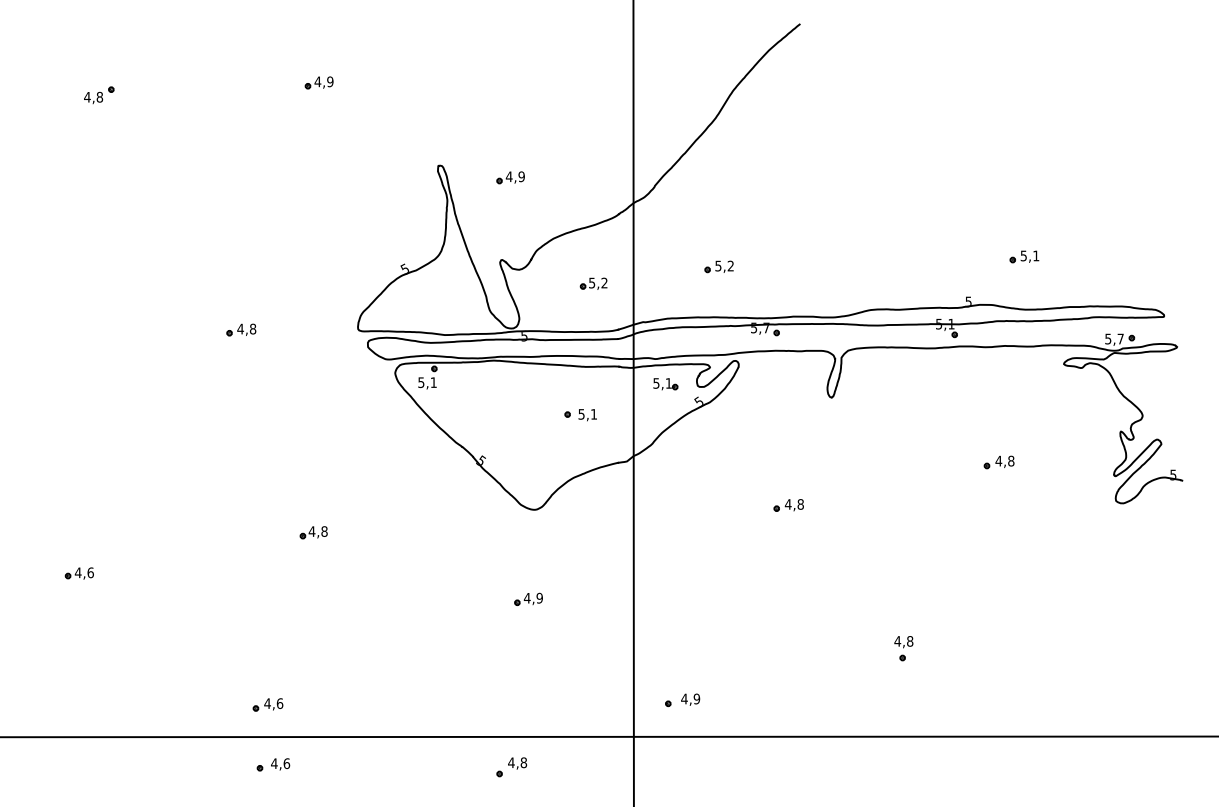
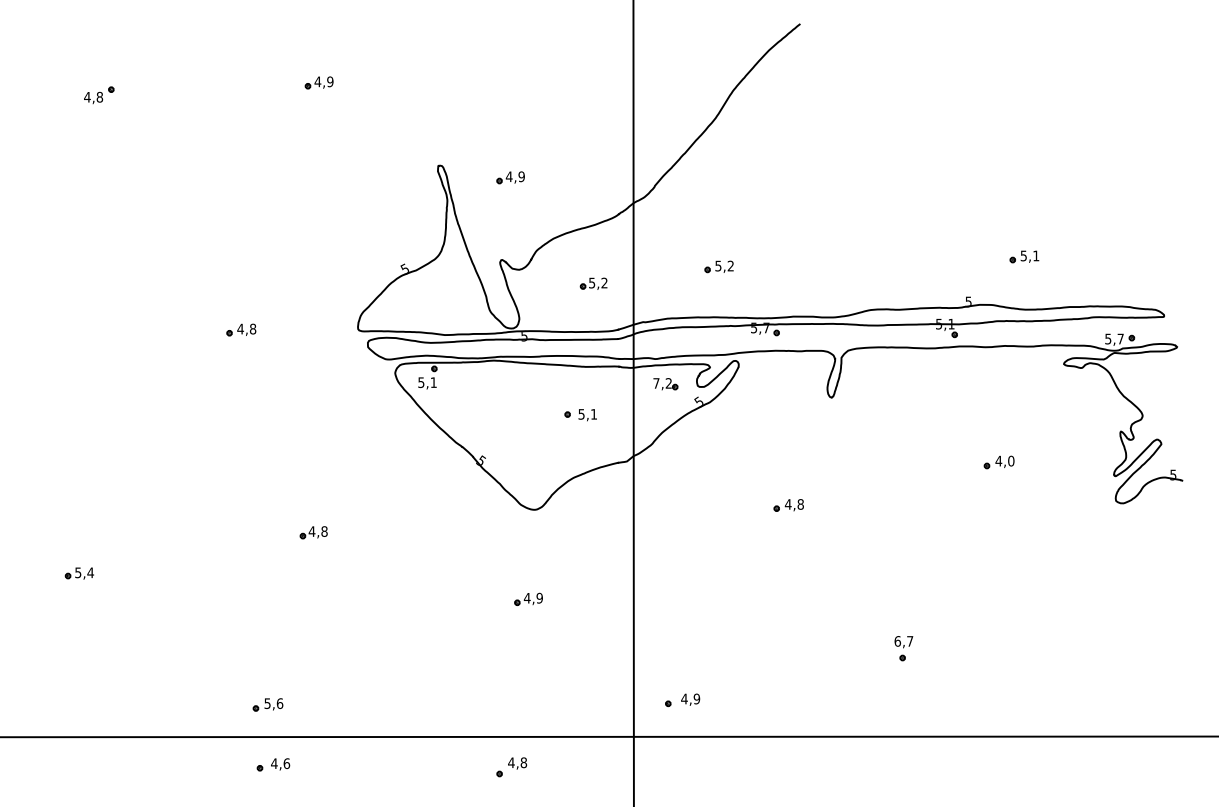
text at (662, 383): 5,1 -> 7,2
text at (1011, 461): 4,8 -> 4,0
text at (83, 572): 4,6 -> 5,4
text at (903, 641): 4,8 -> 6,7
text at (267, 703): 4,6 -> 5,6
